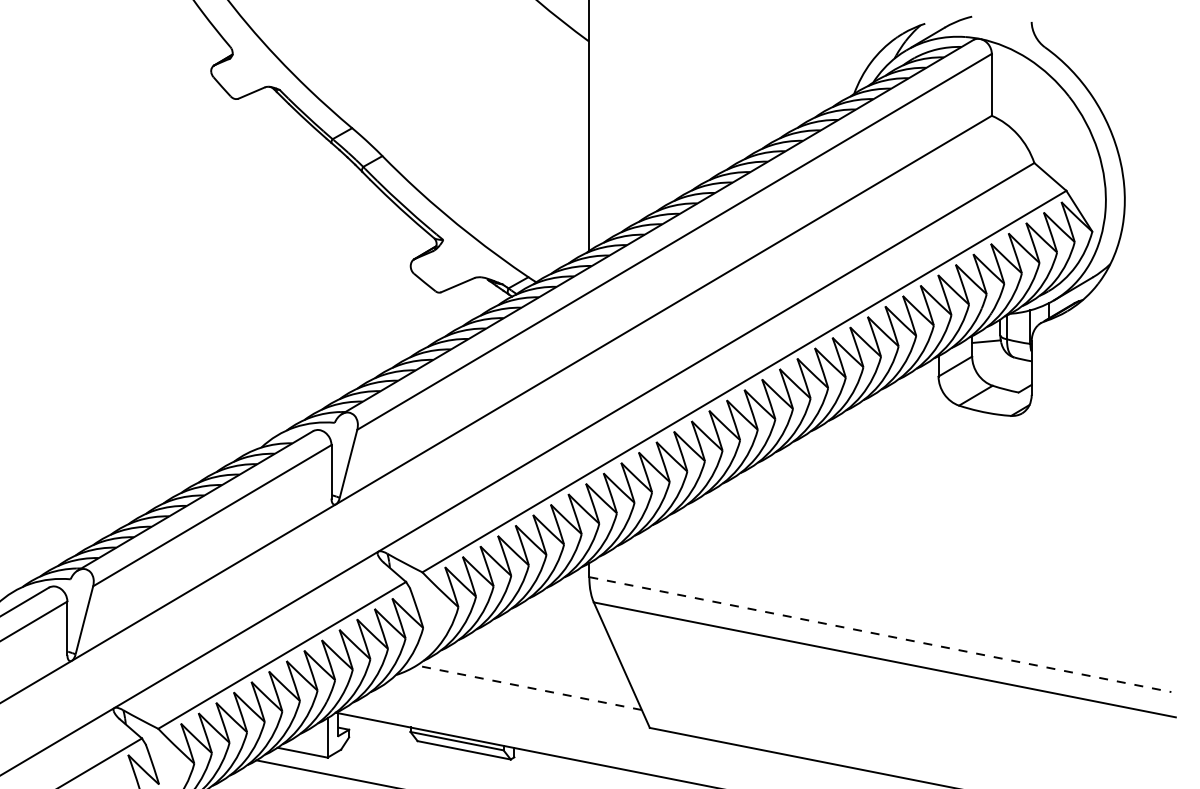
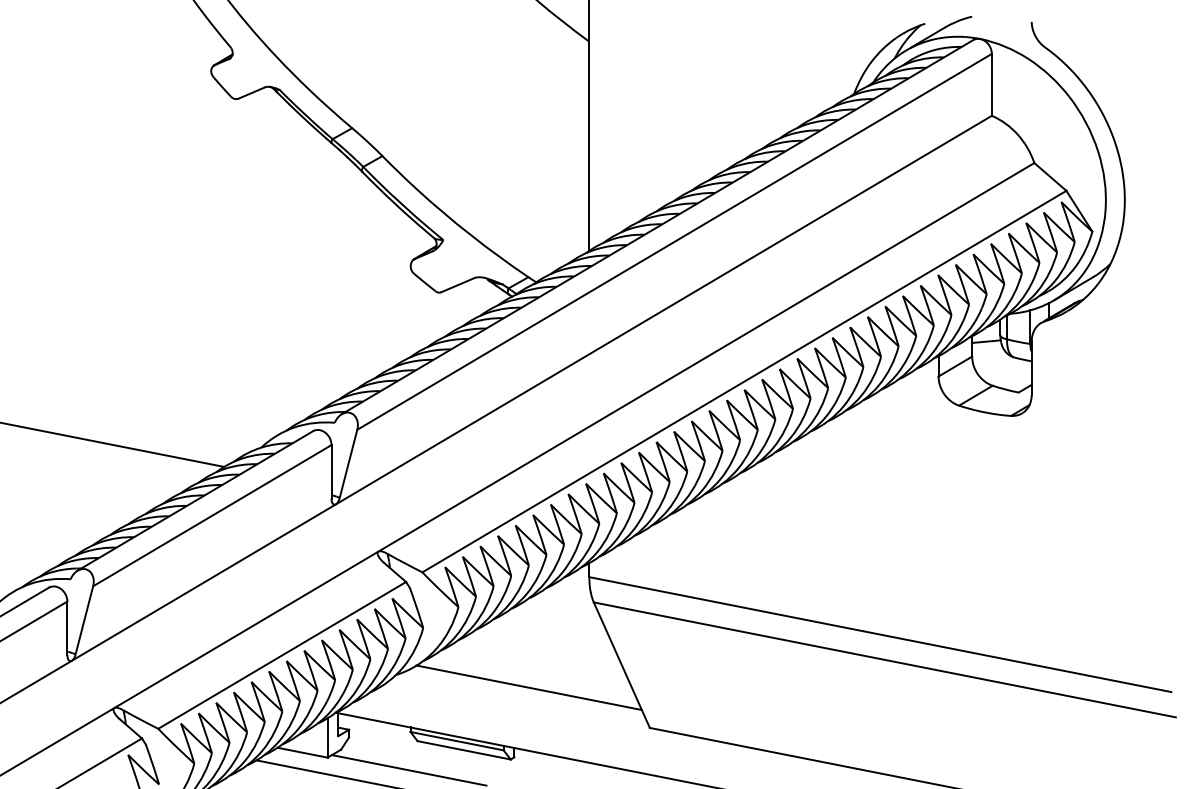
line at (113, 444): none -> present
line at (880, 634): dashed -> solid
line at (529, 687): dashed -> solid
line at (408, 770): none -> present
